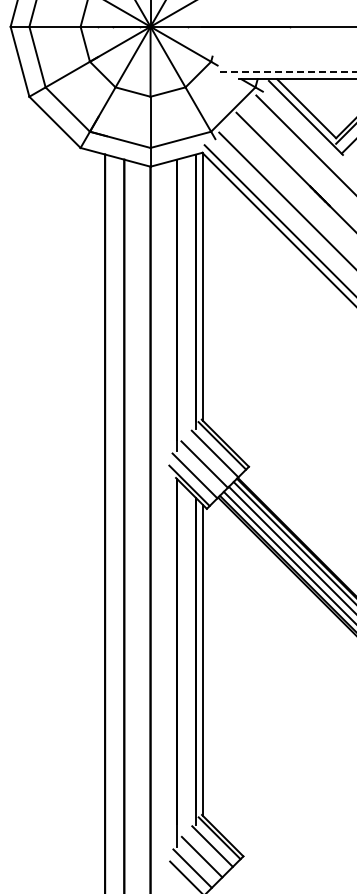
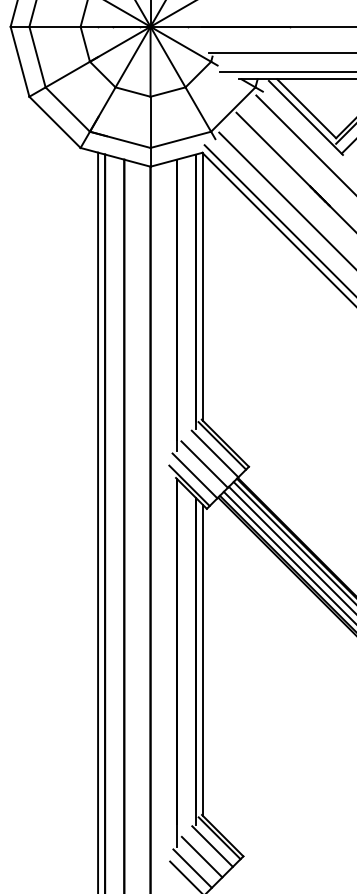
line at (280, 53): none -> present
line at (288, 72): dashed -> solid
line at (98, 521): none -> present
